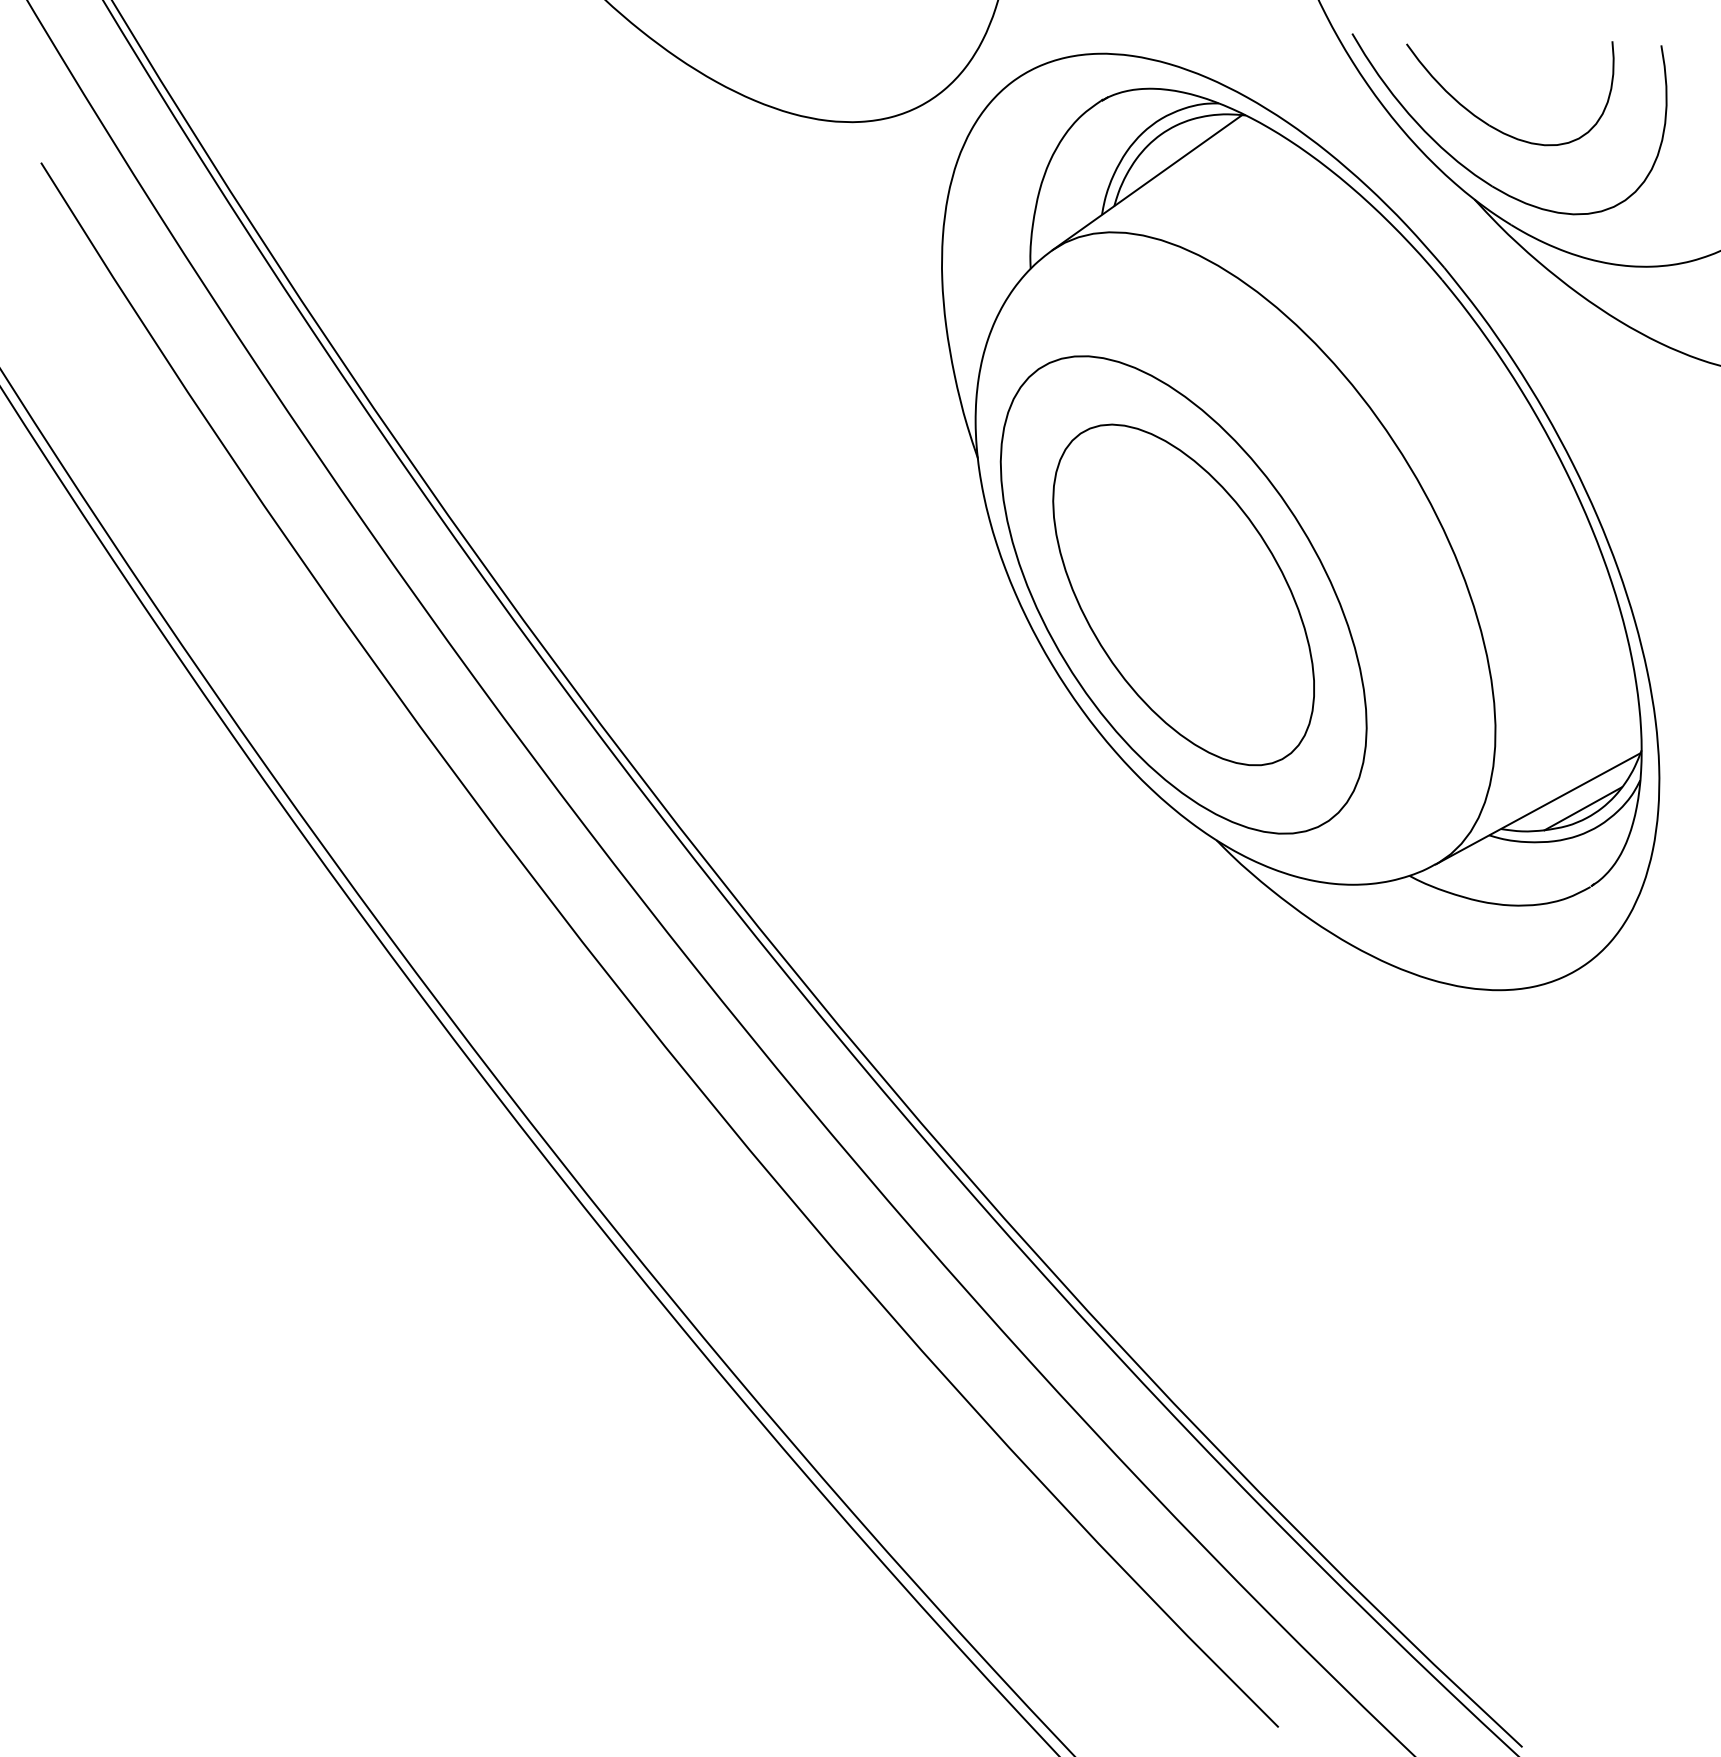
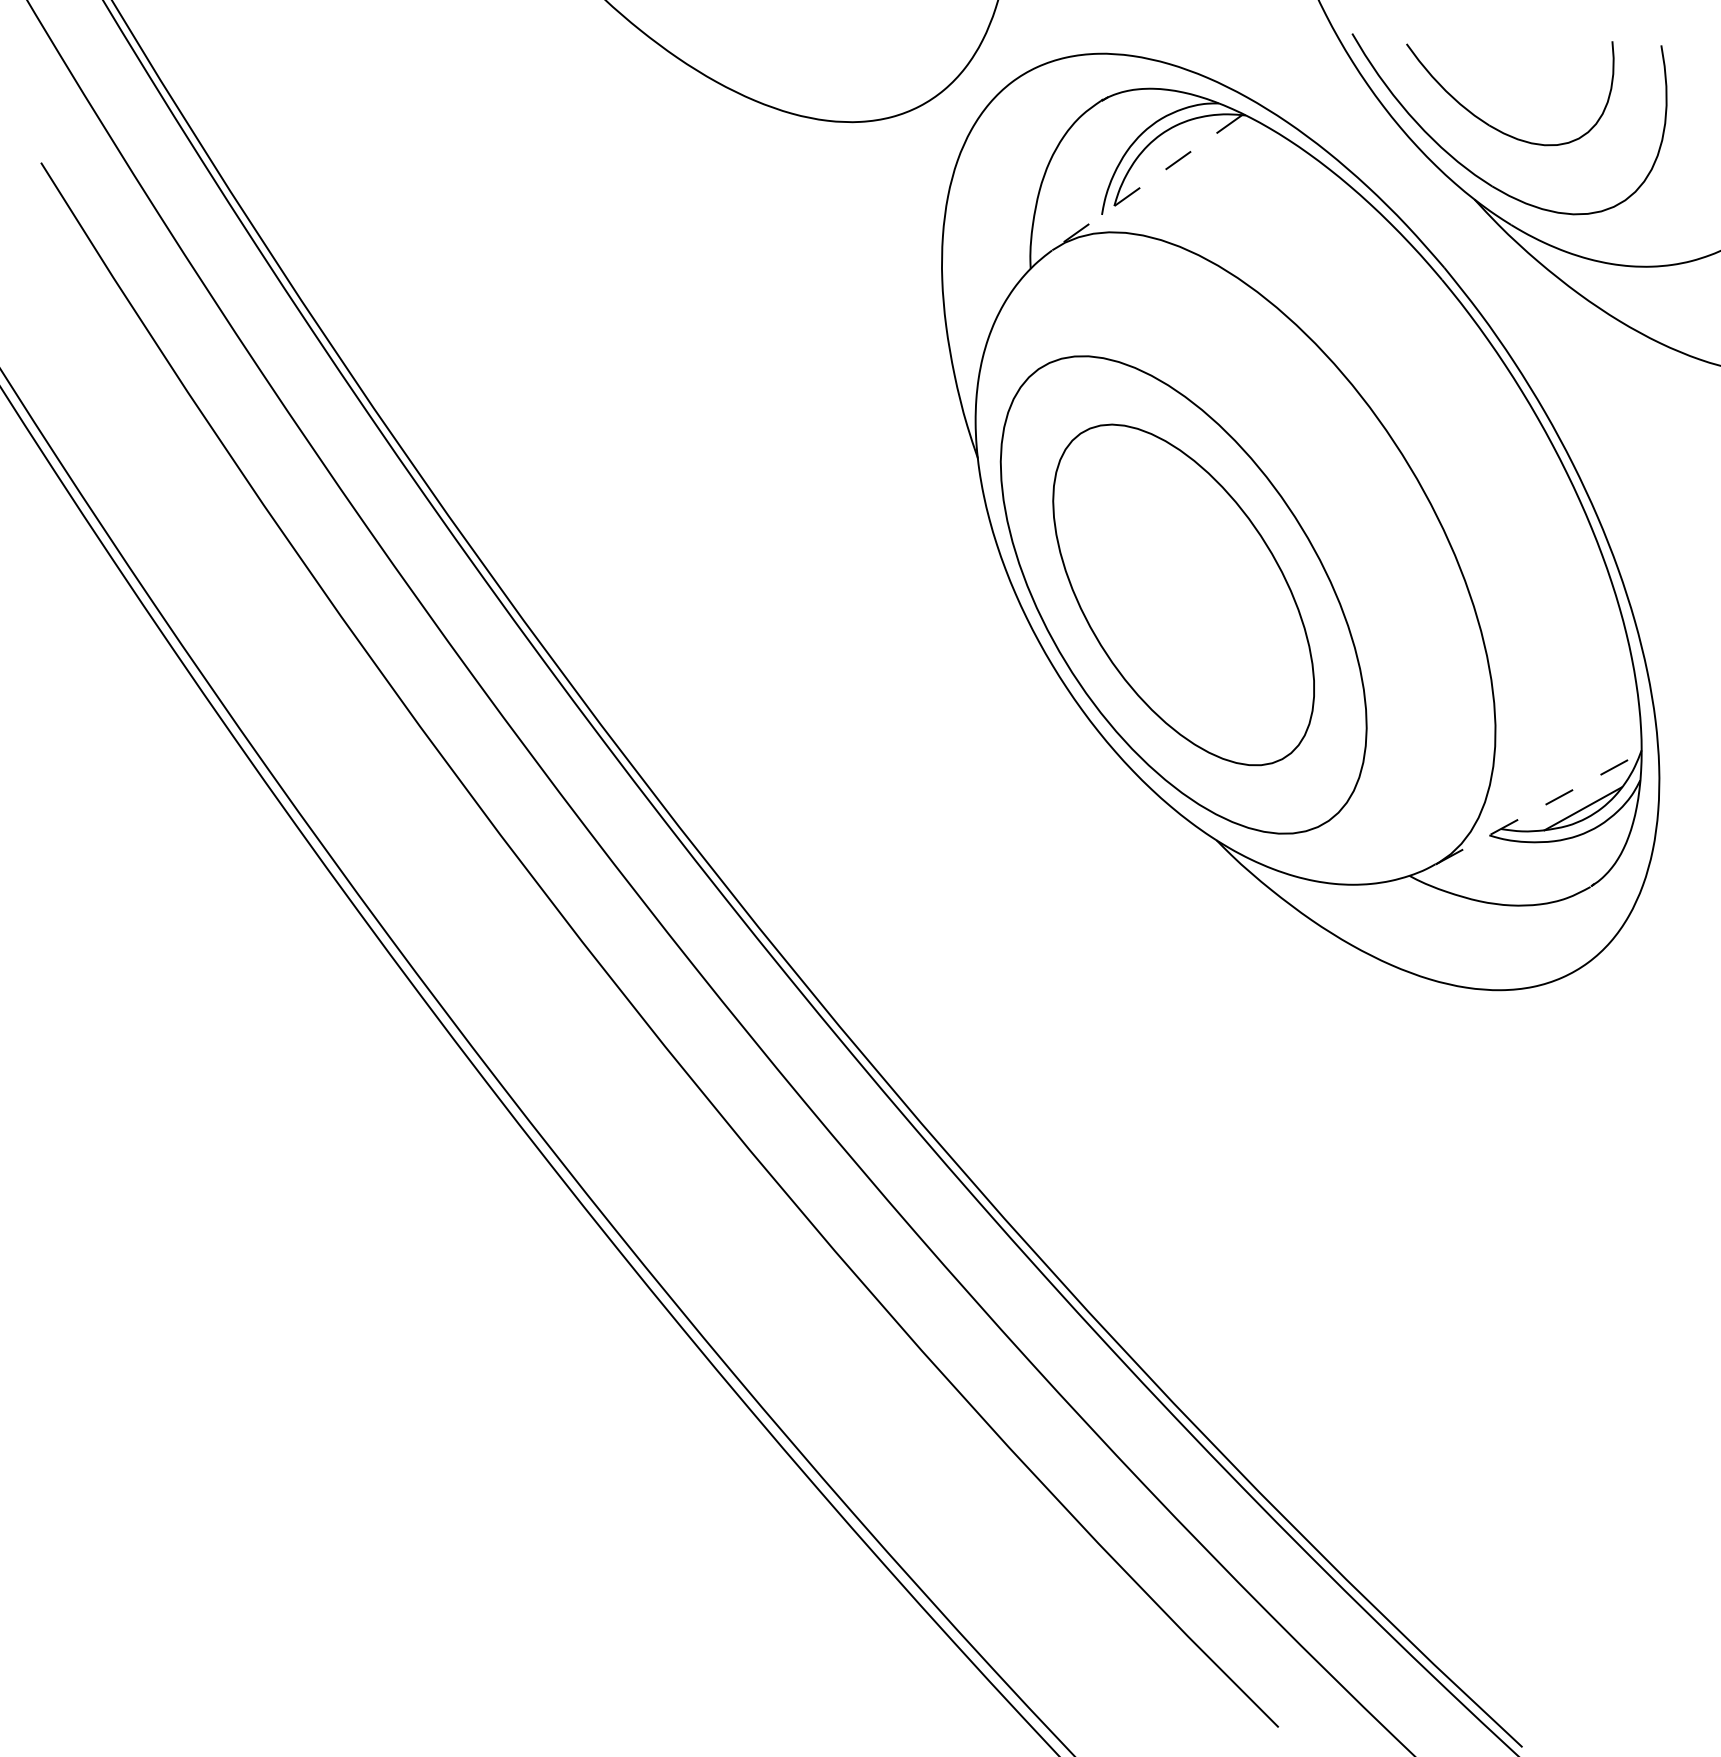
line at (1146, 183): solid -> dashed
line at (1538, 808): solid -> dashed
